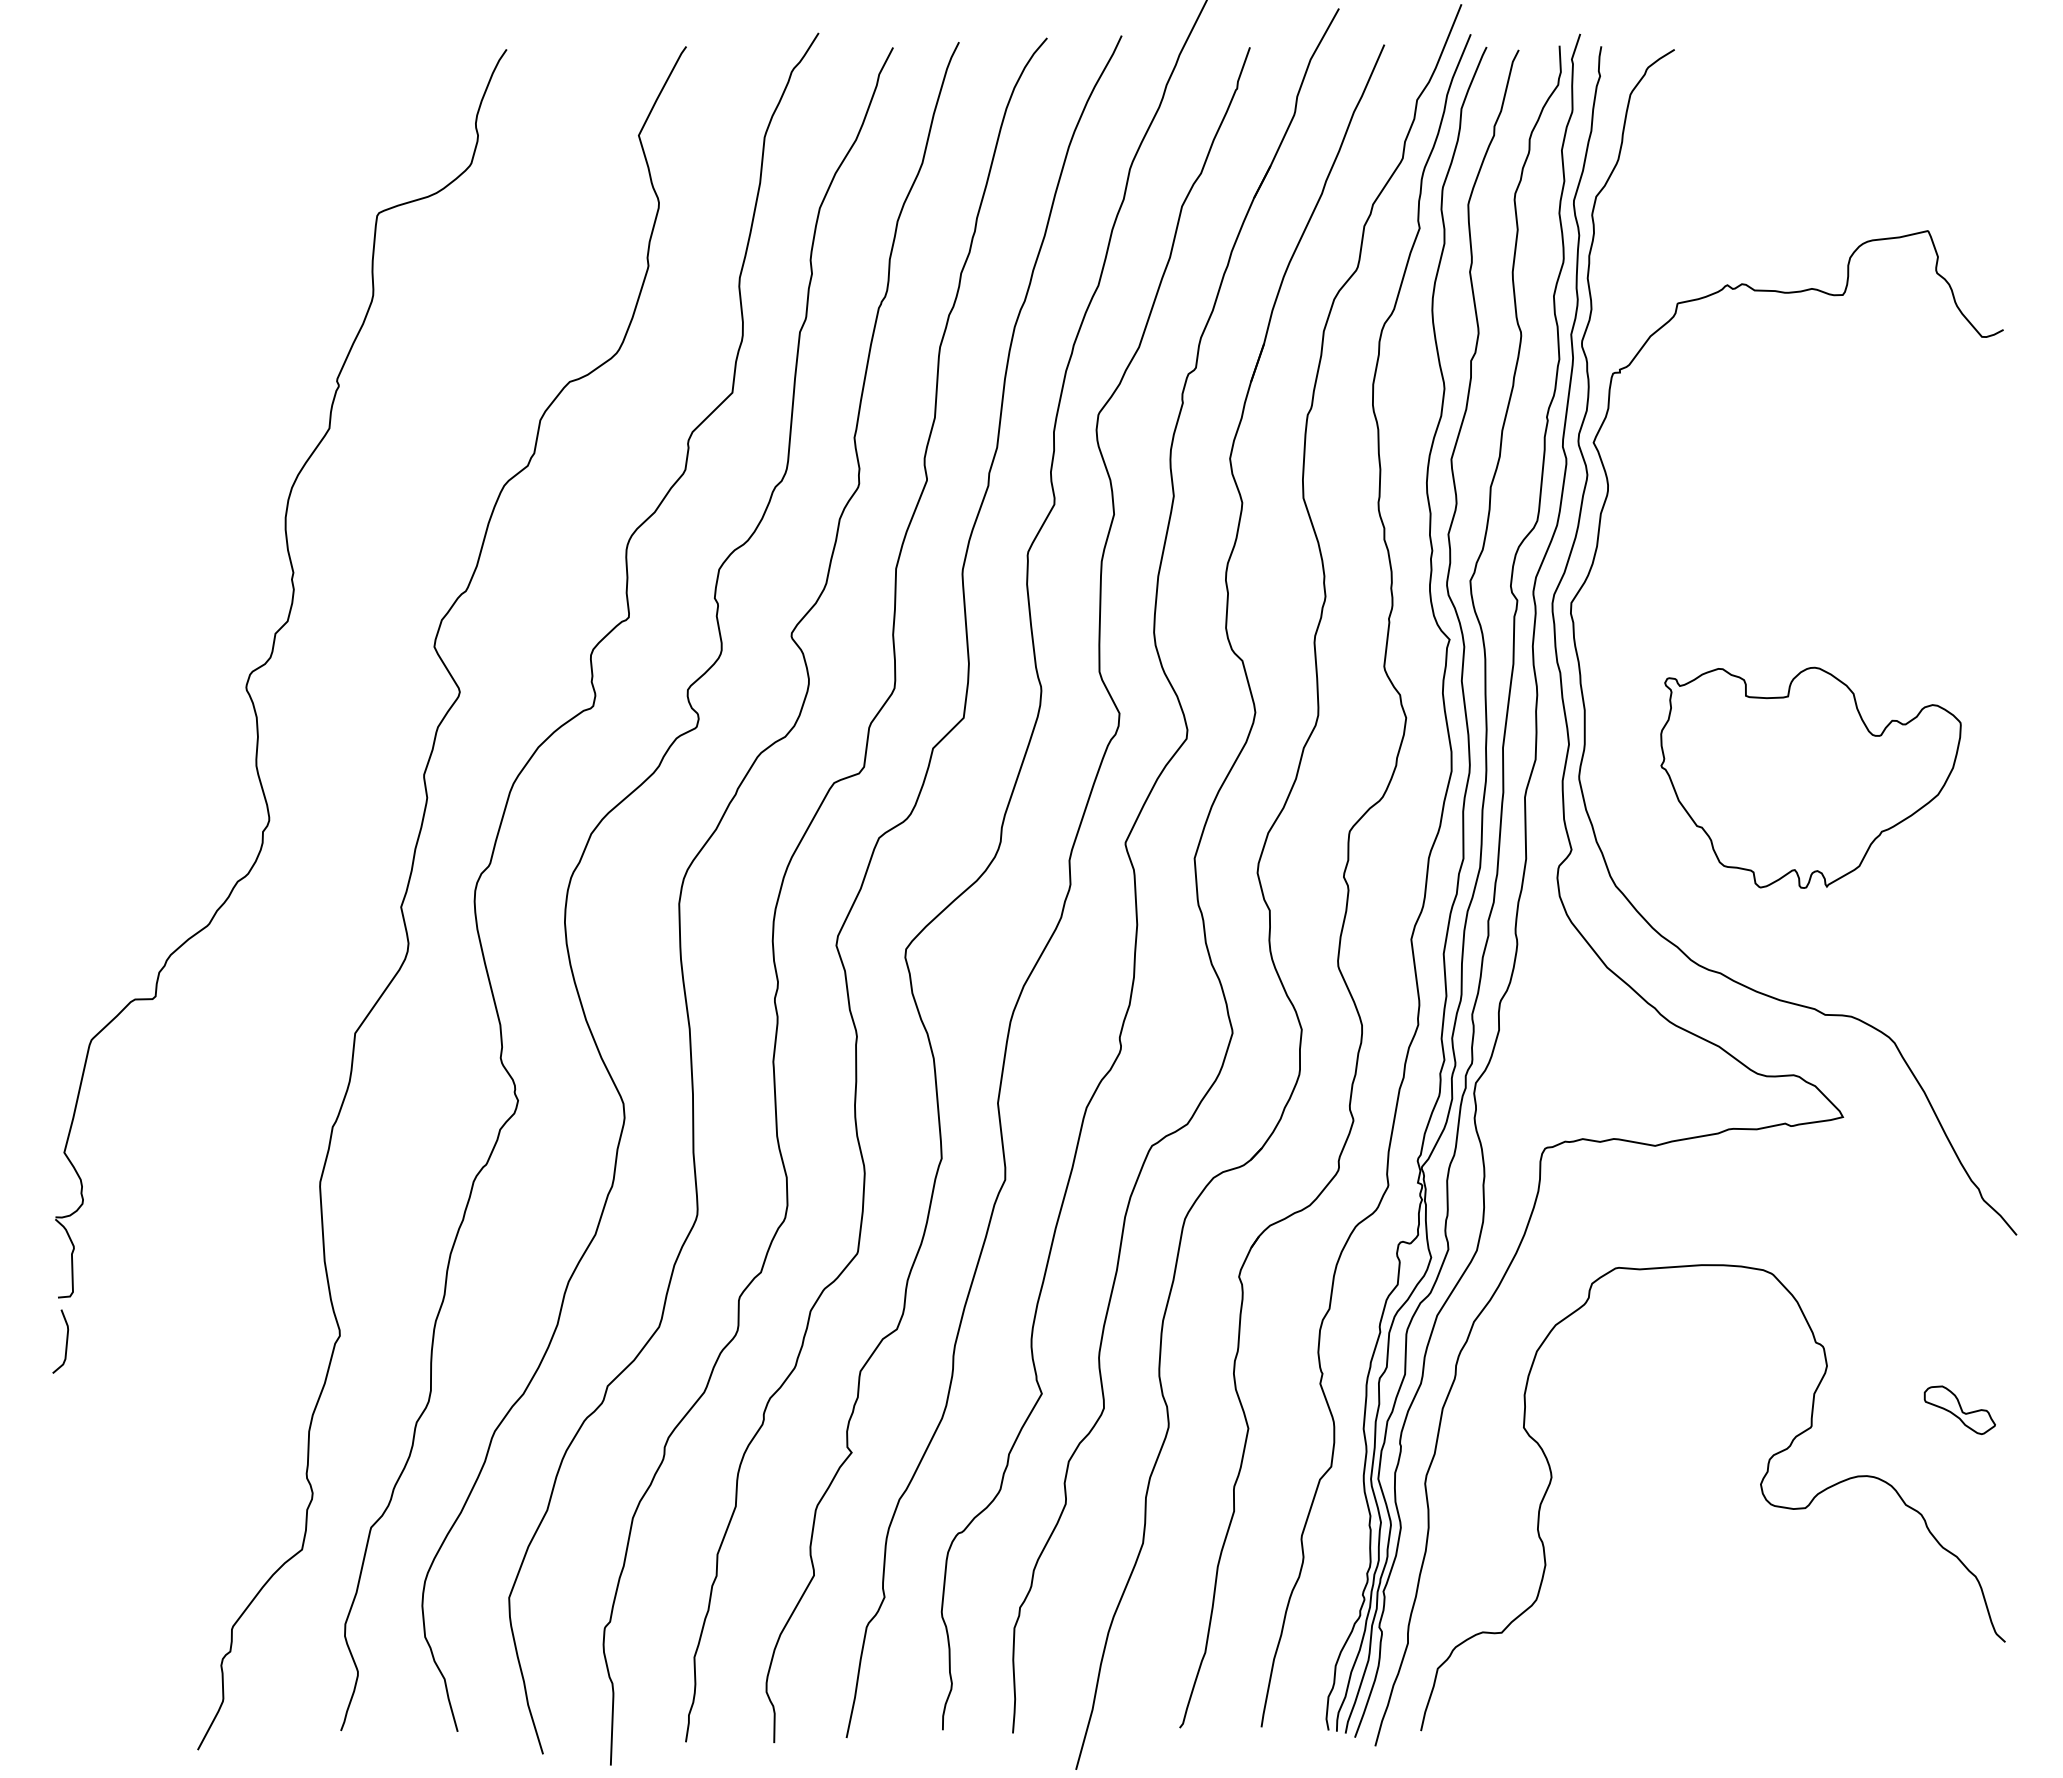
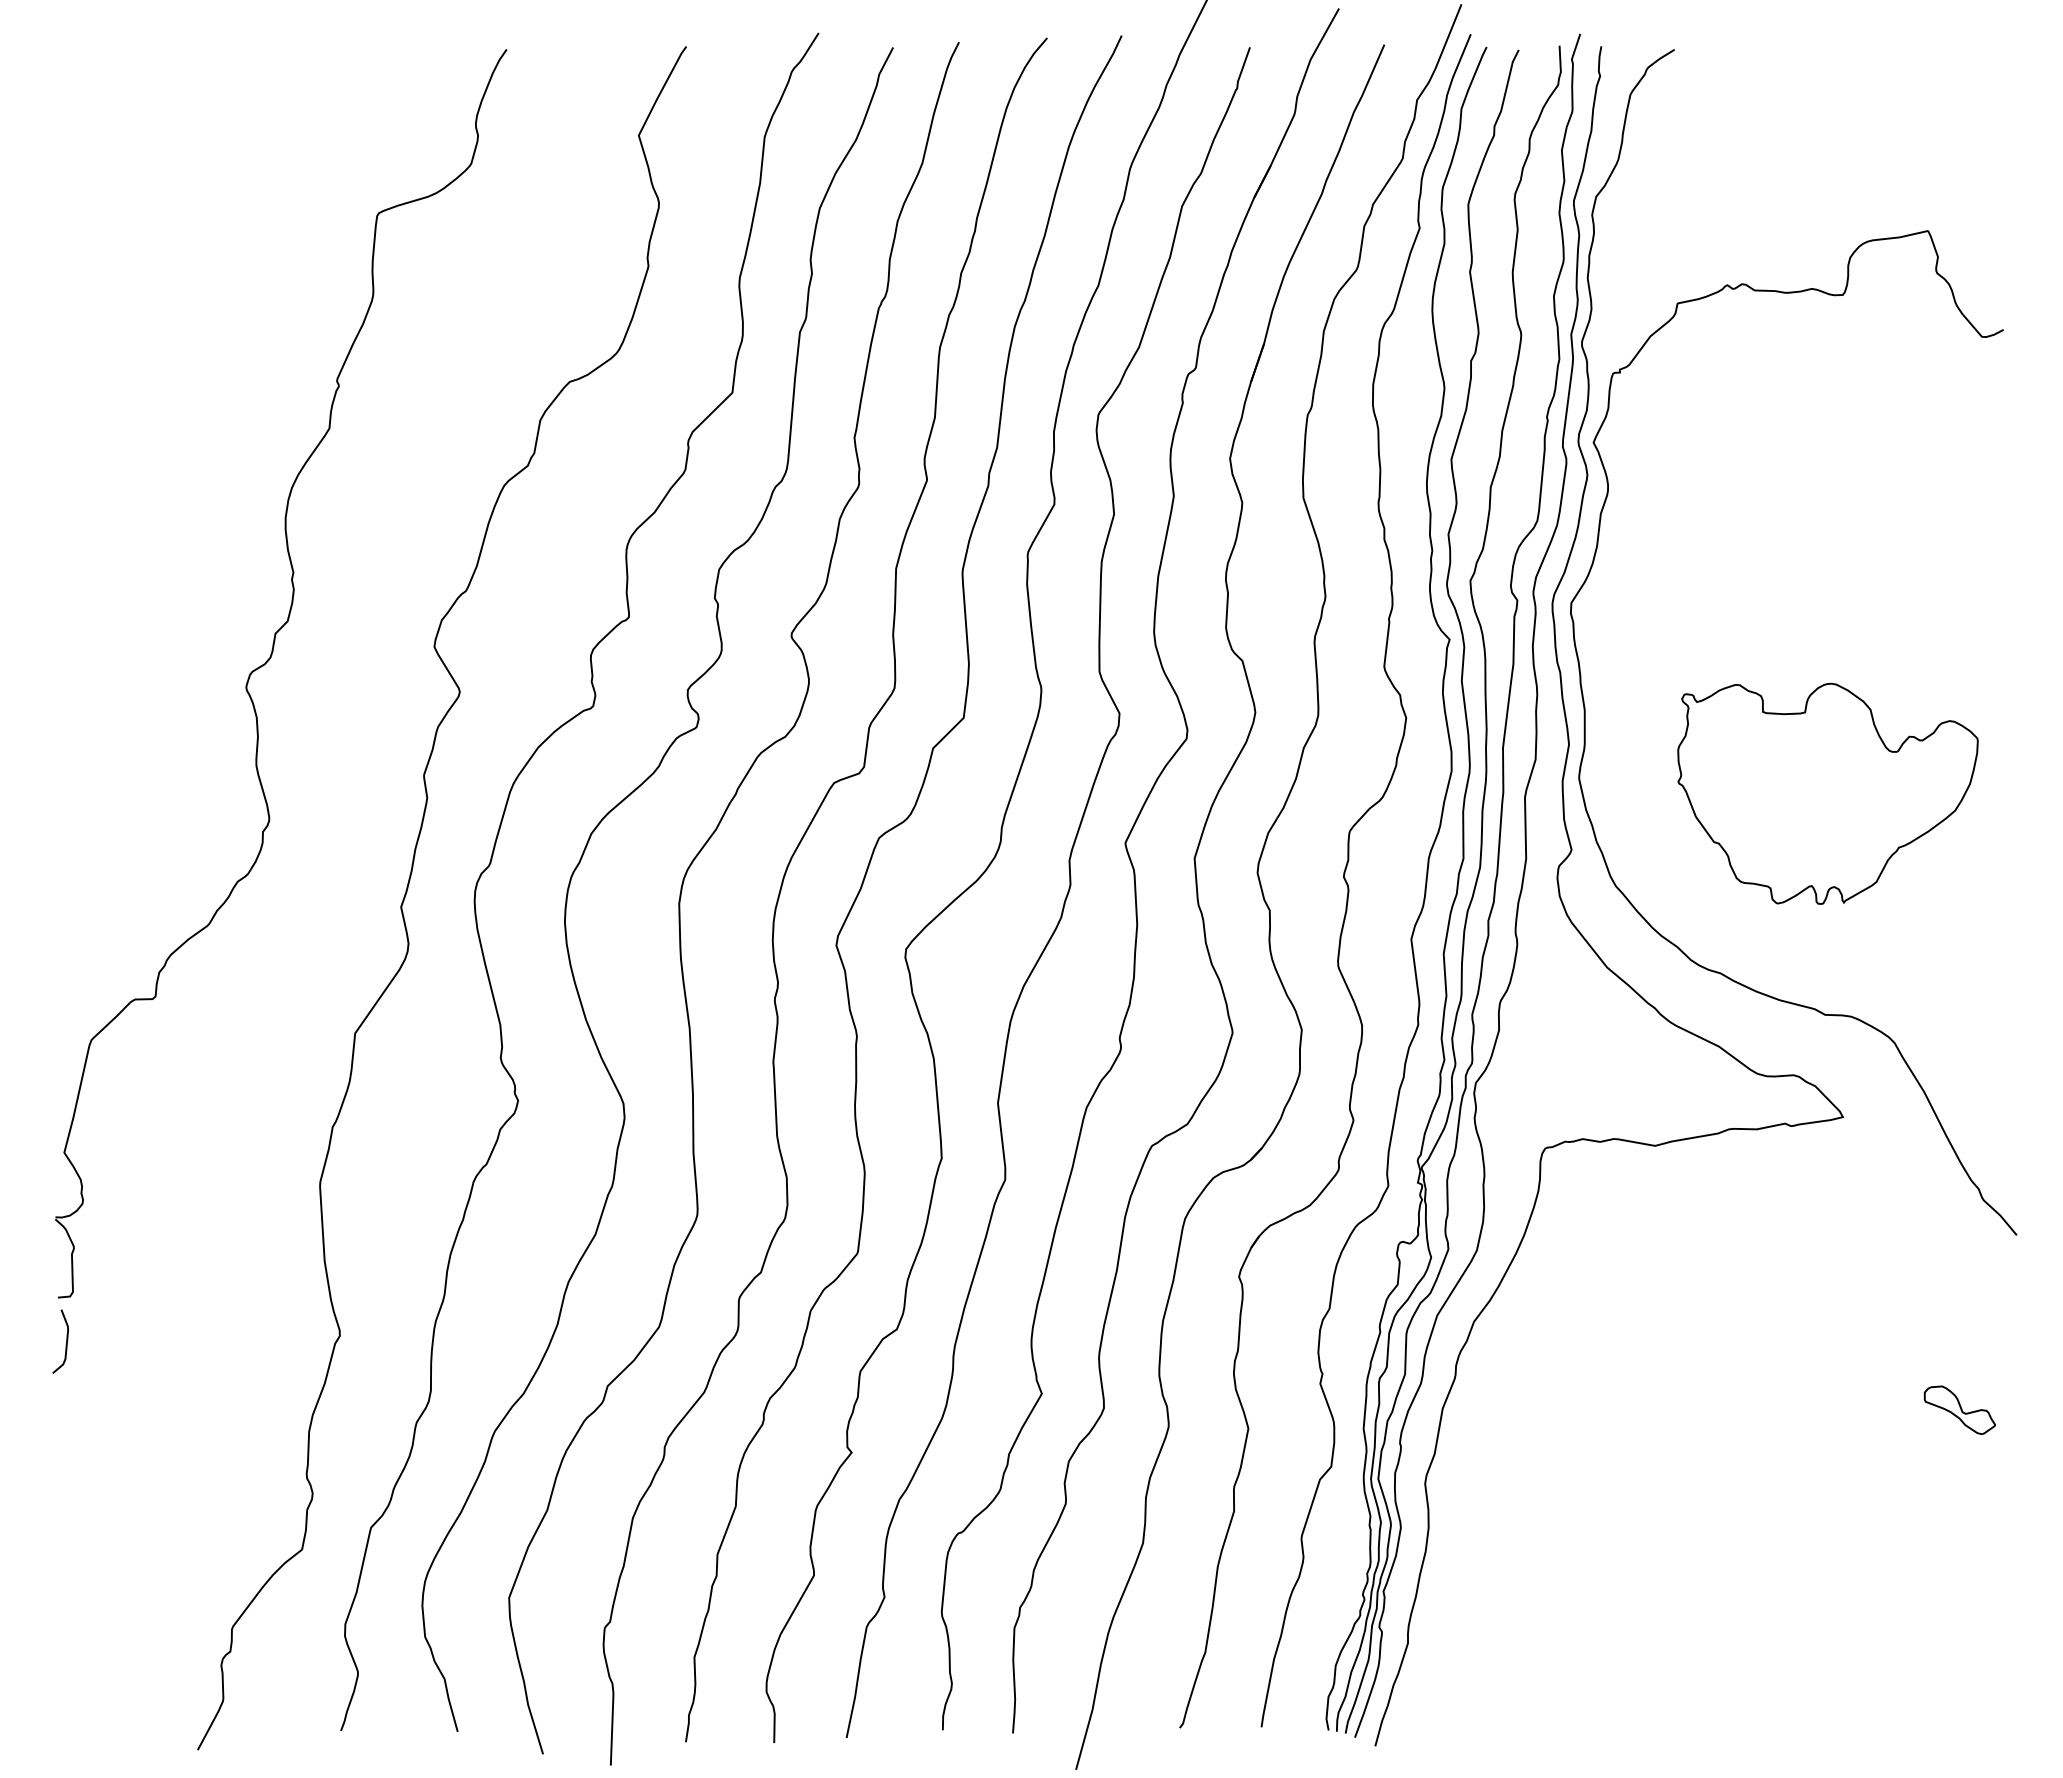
part at (1810, 777) position: (1810, 777) -> (1827, 793)
curve at (1760, 1488): present -> none
